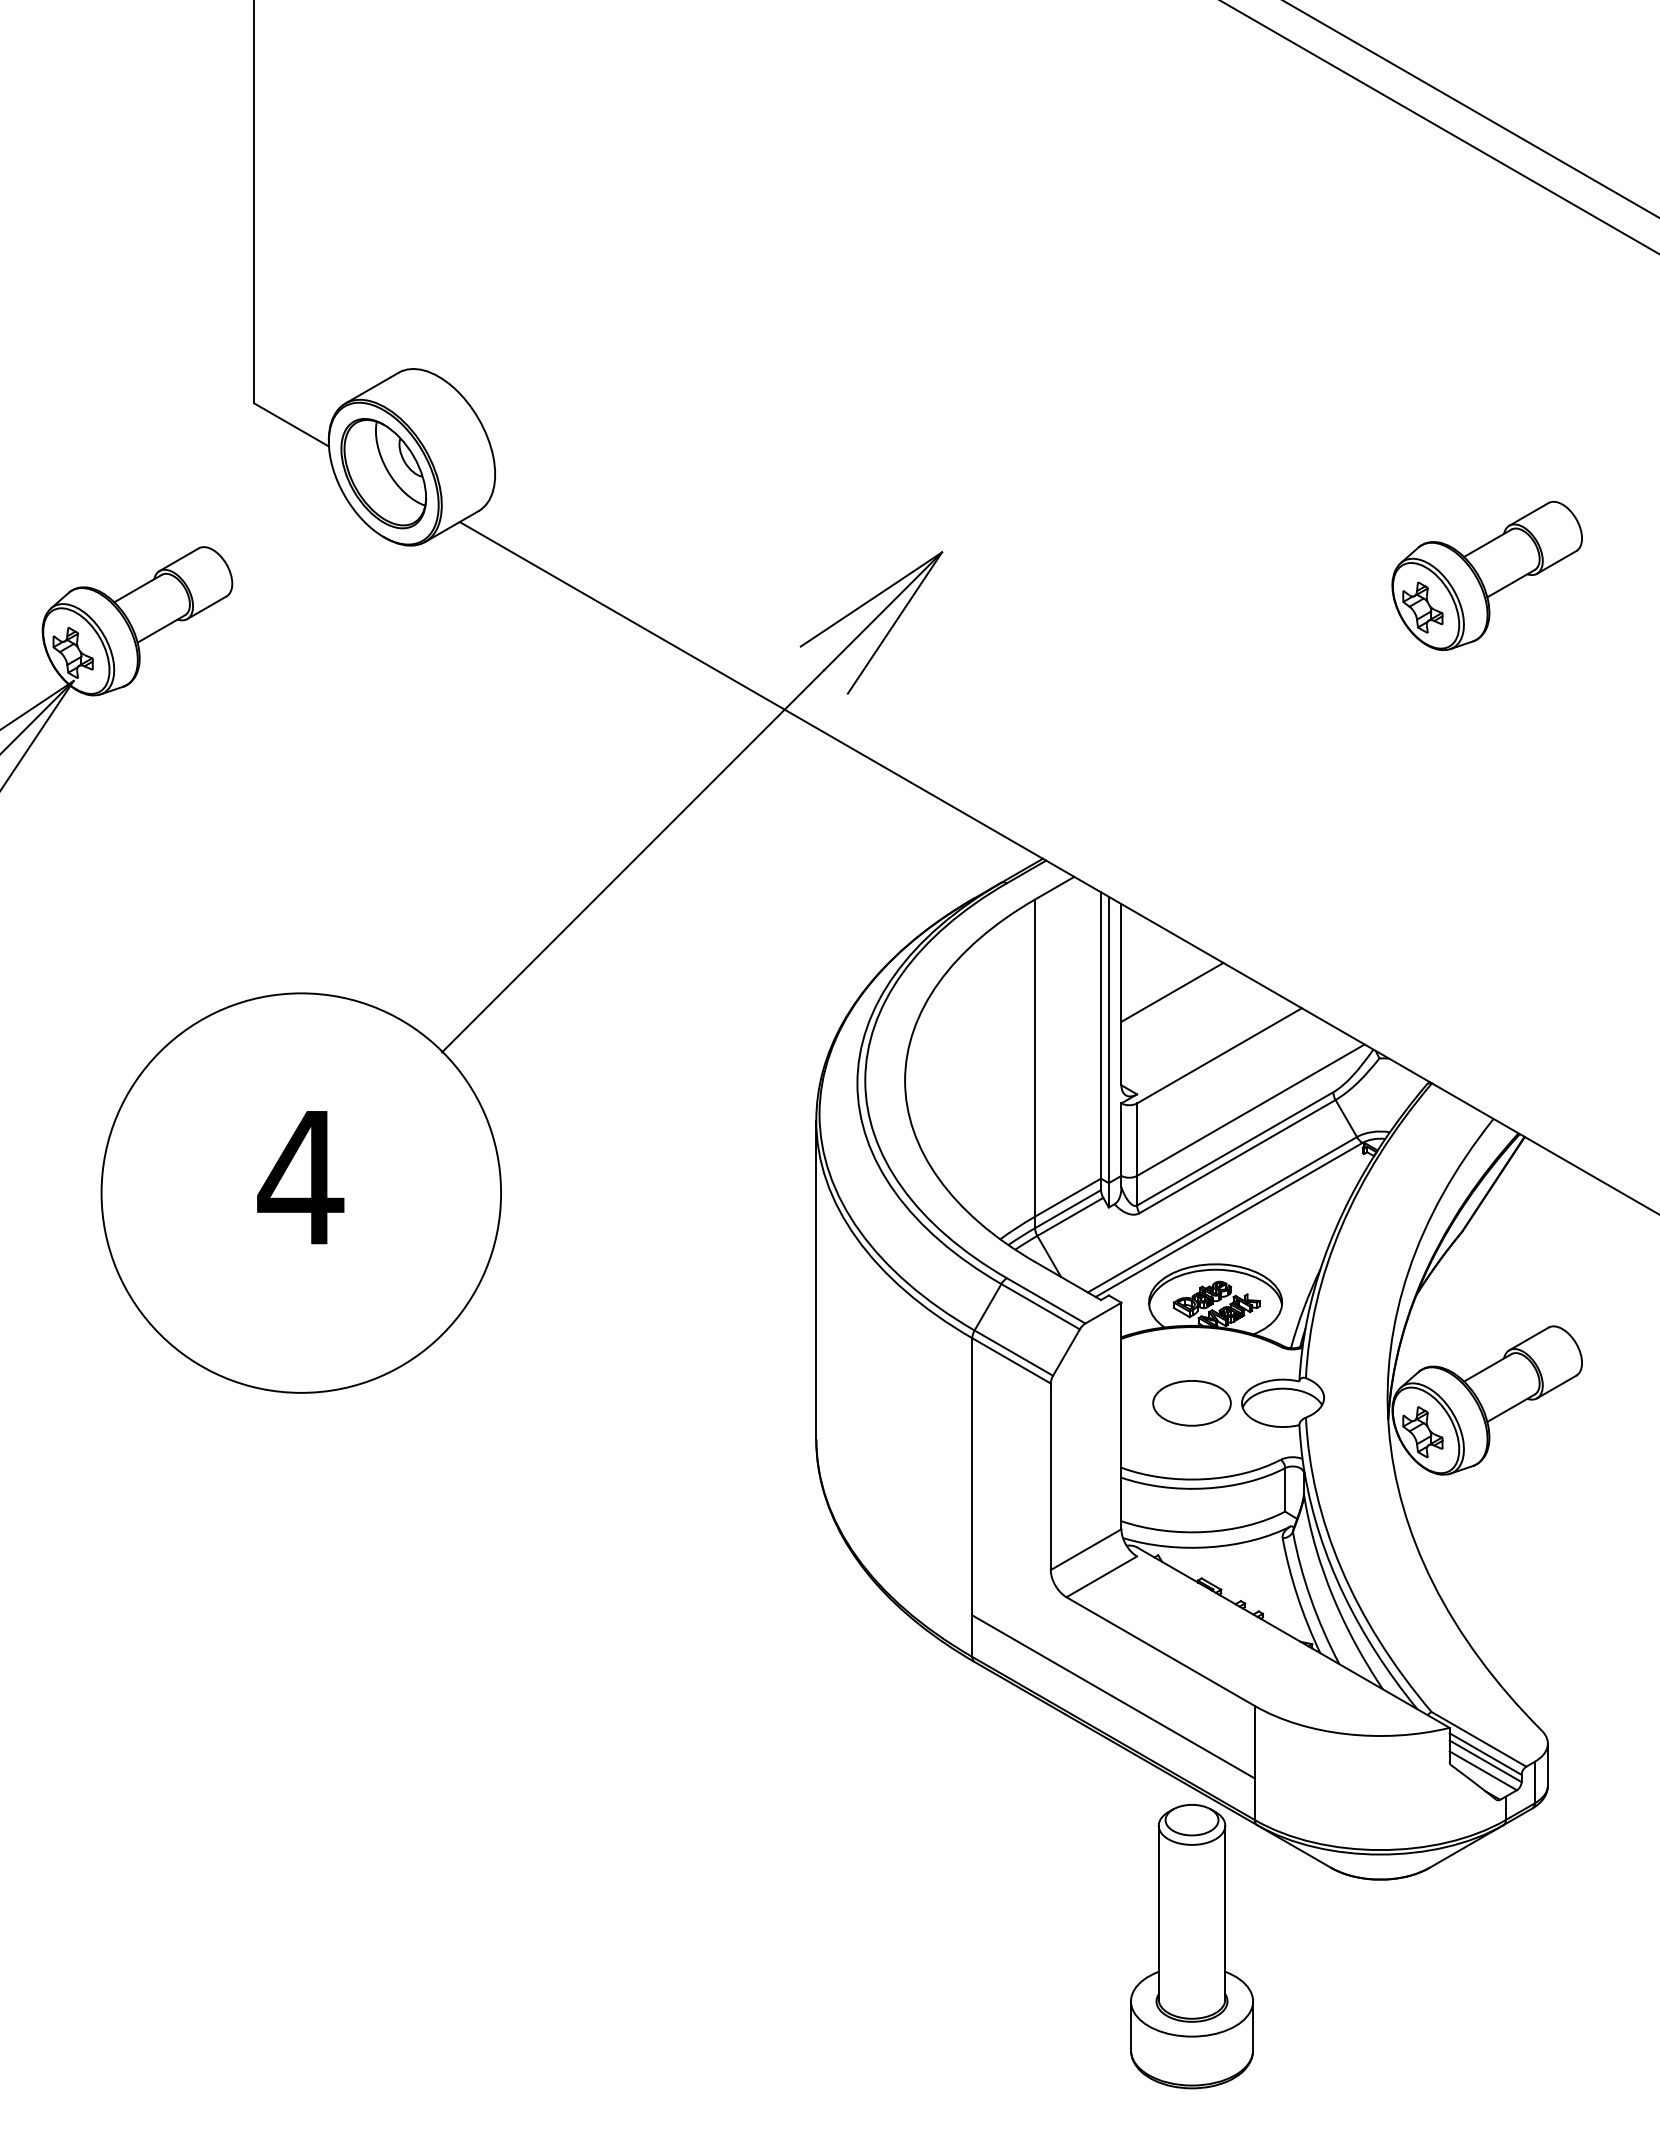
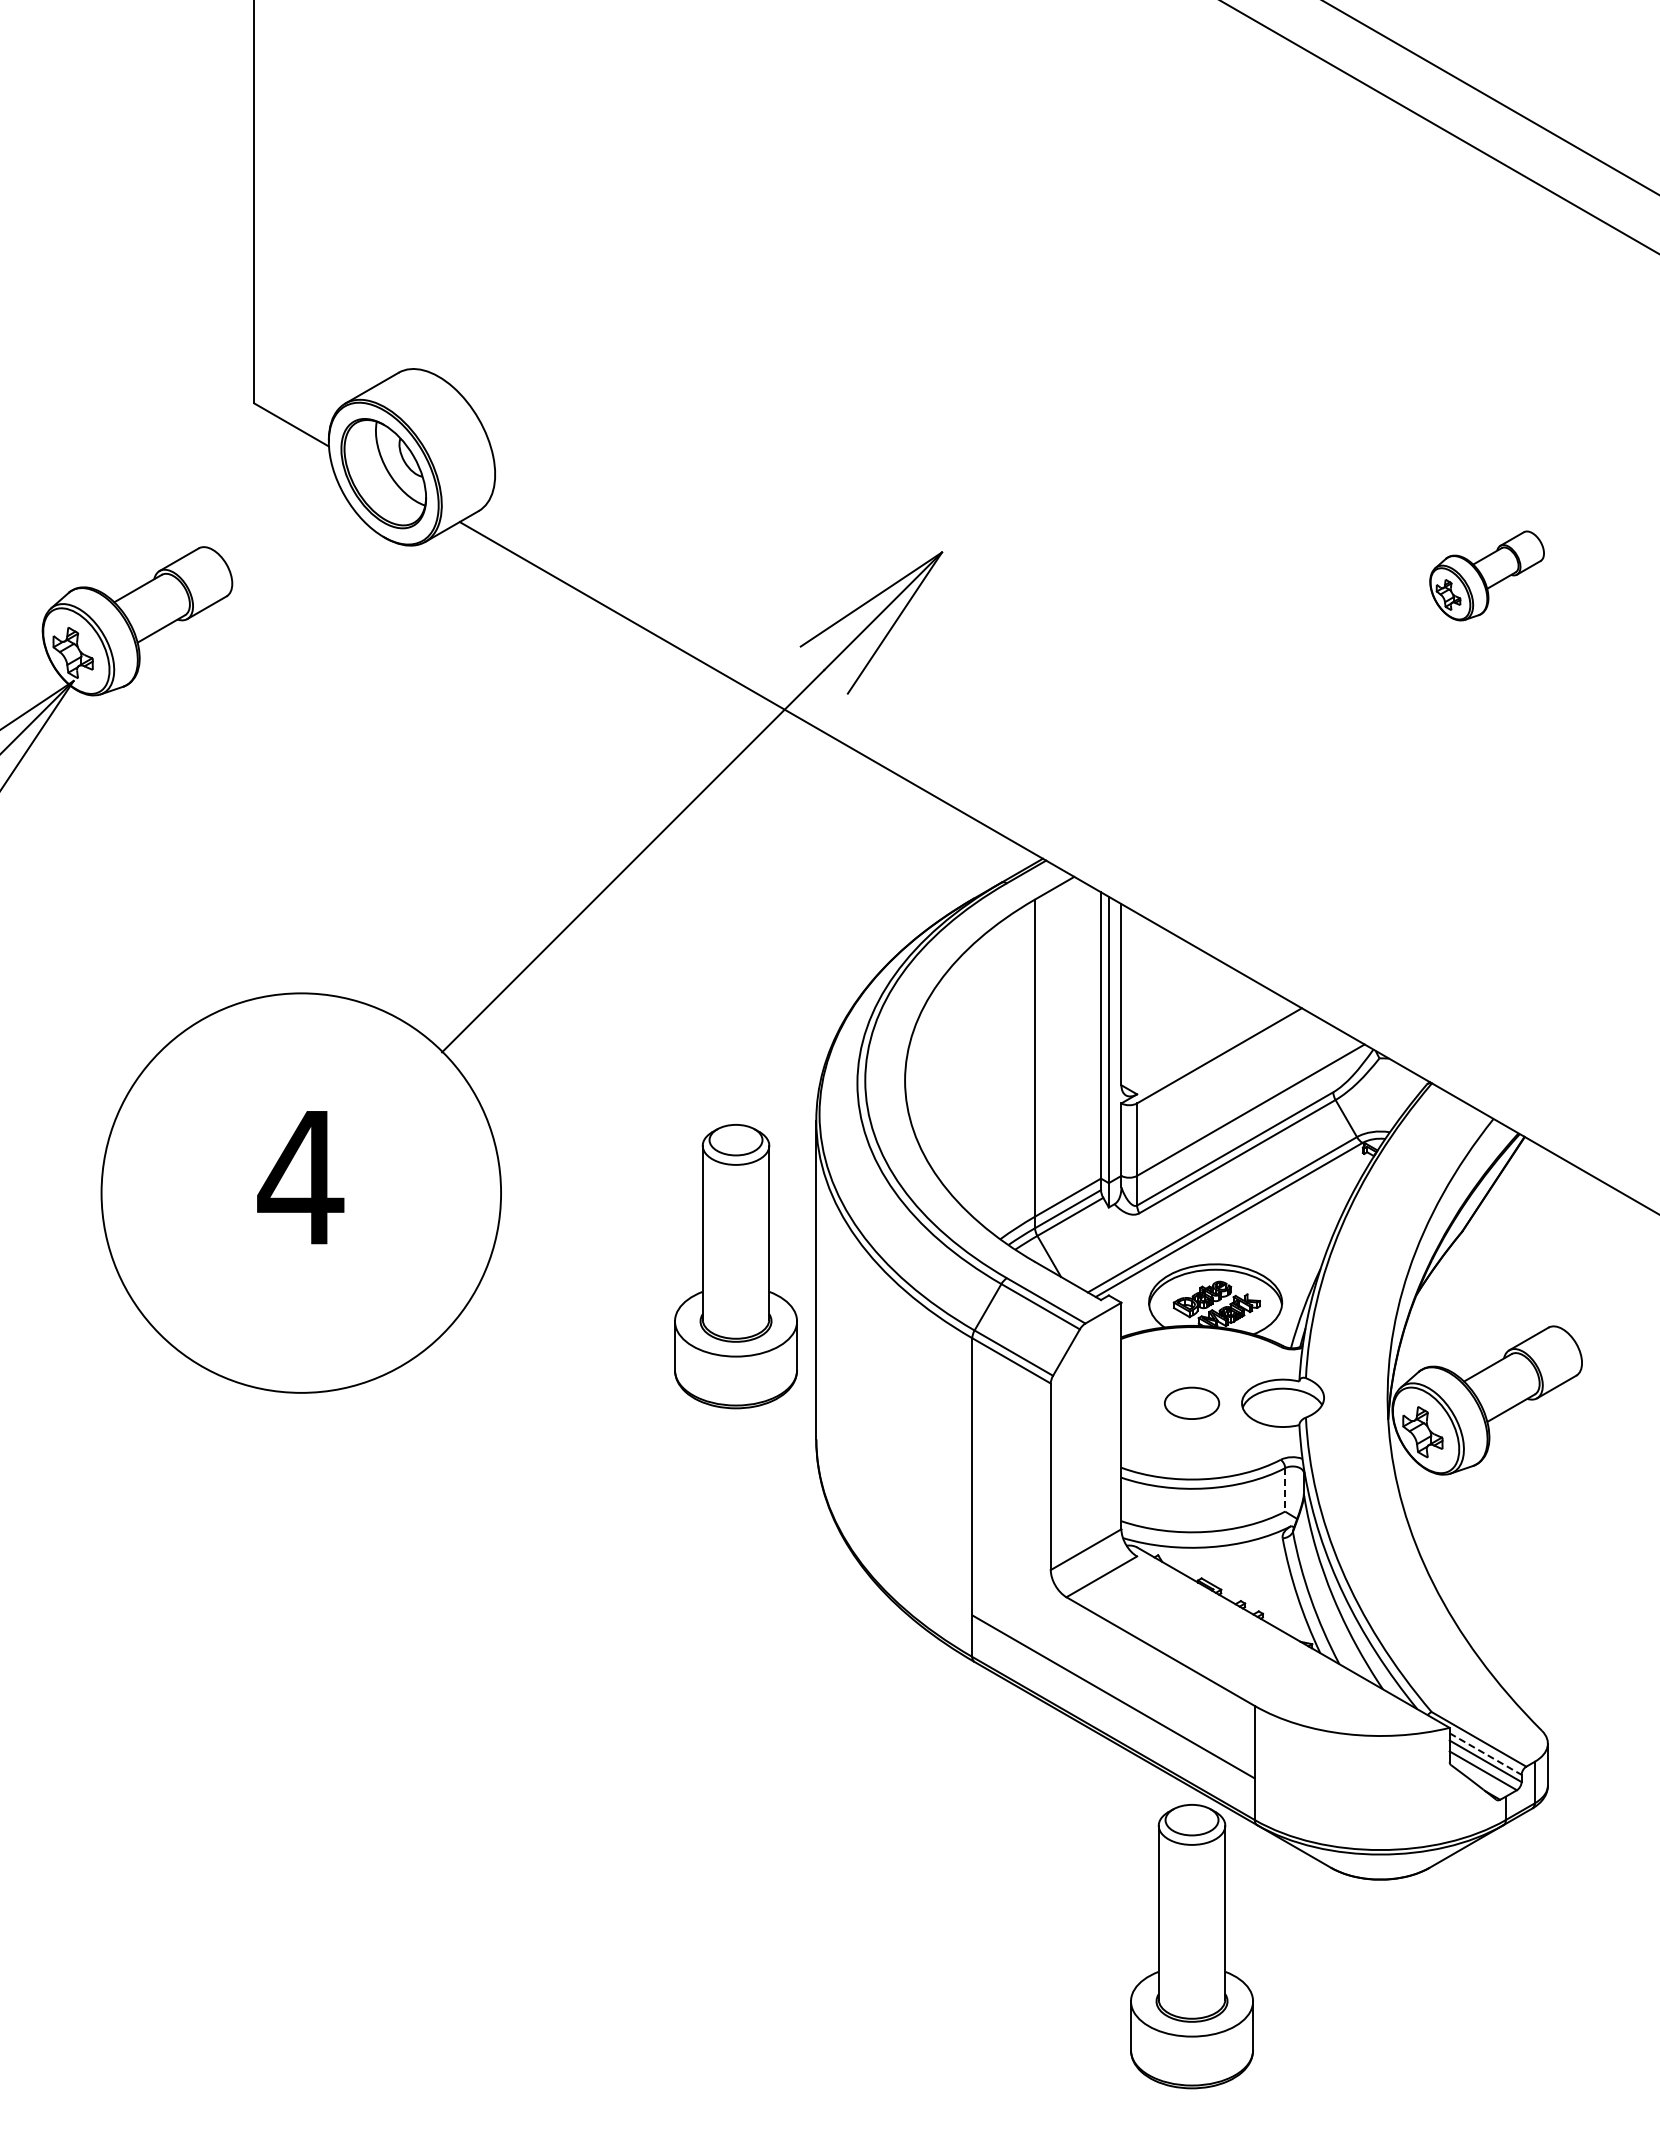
line at (1471, 109) position: (1471, 109) -> (1490, 97)
part at (1486, 575) size: 192x152 px -> 116x92 px
line at (1172, 991): present -> none
part at (735, 1266): none -> present
part at (1191, 1403) size: 80x47 px -> 57x34 px
line at (1285, 1489): solid -> dashed
line at (1485, 1754): solid -> dashed
